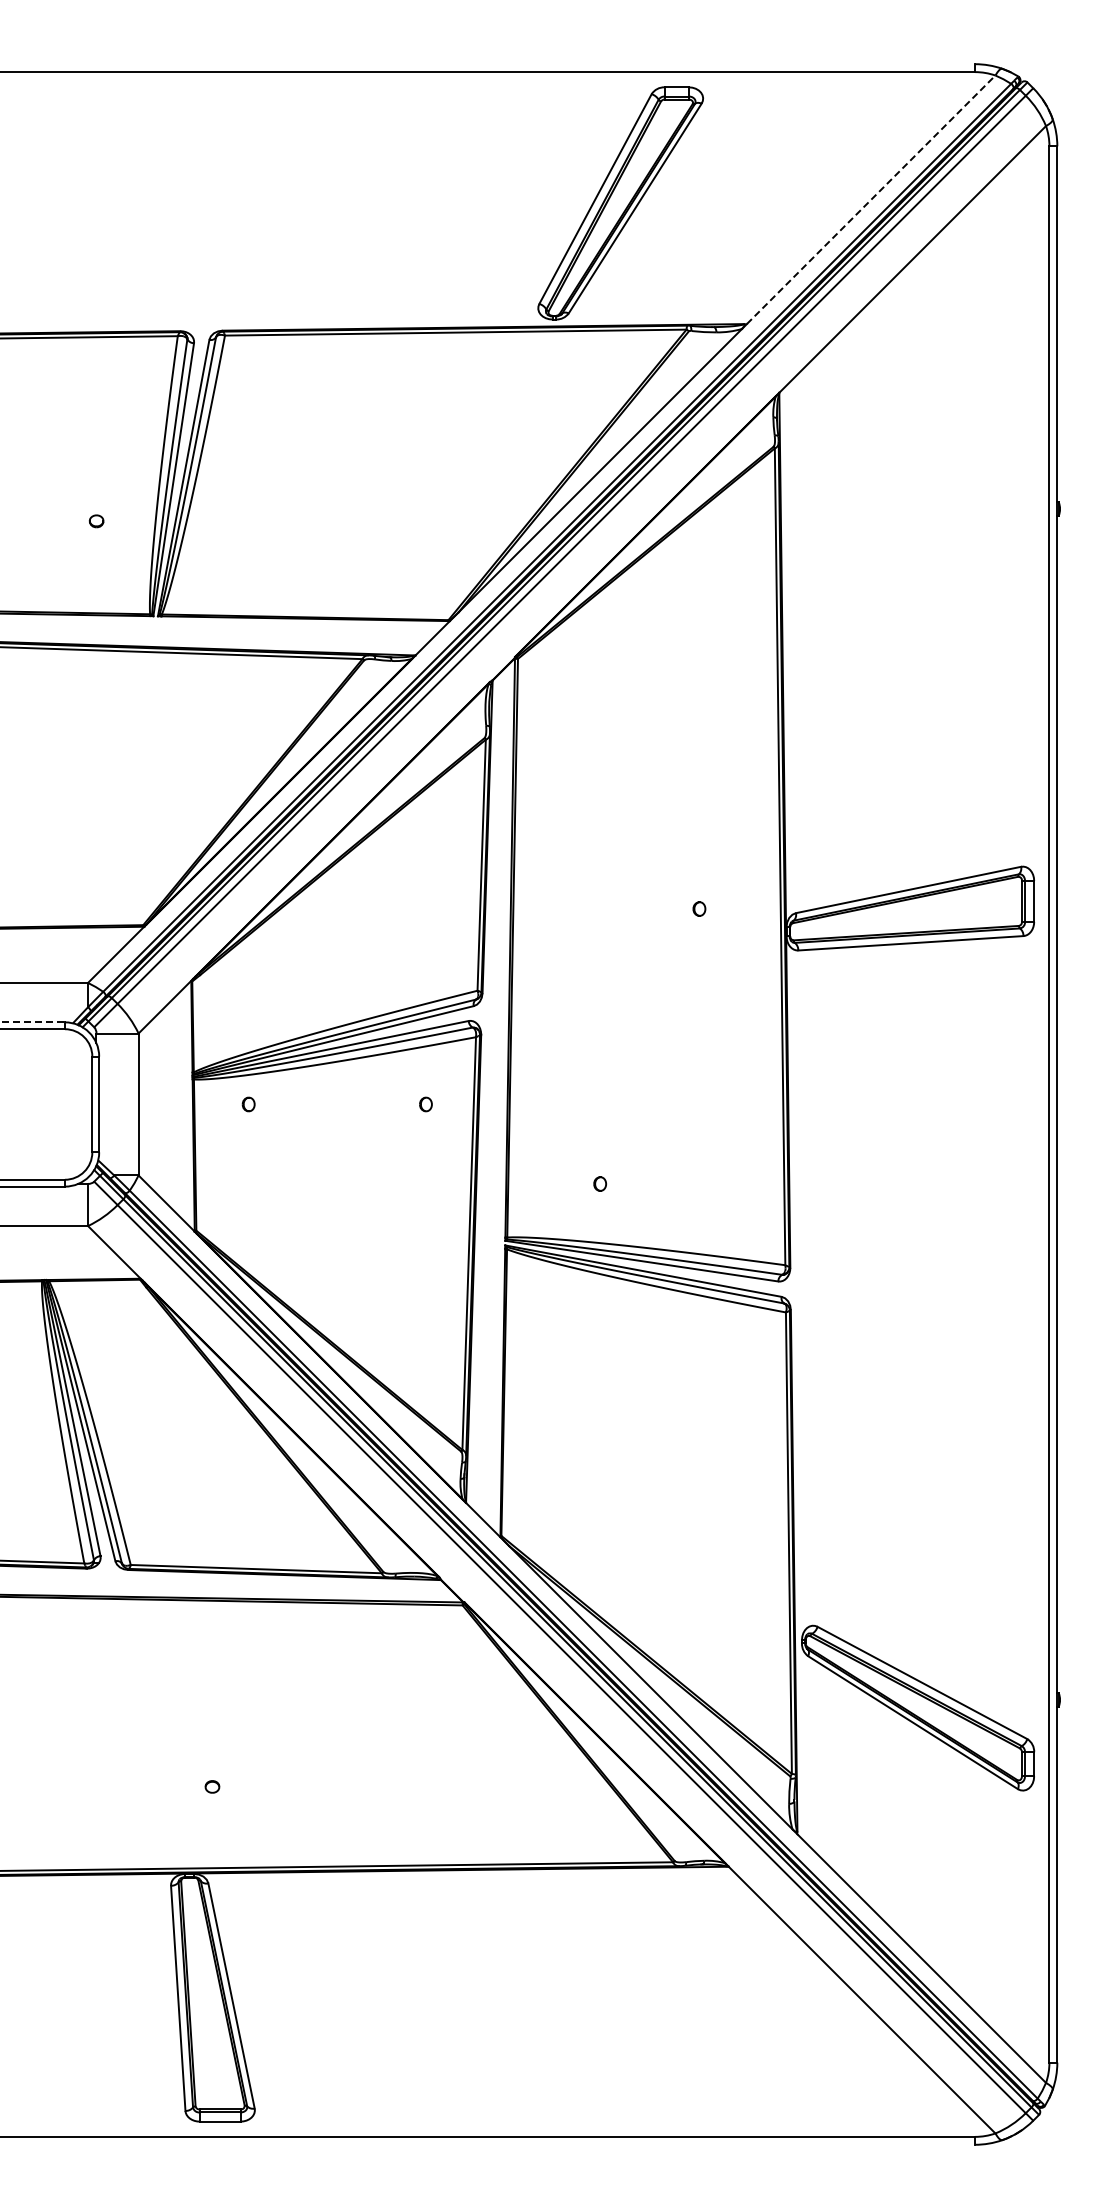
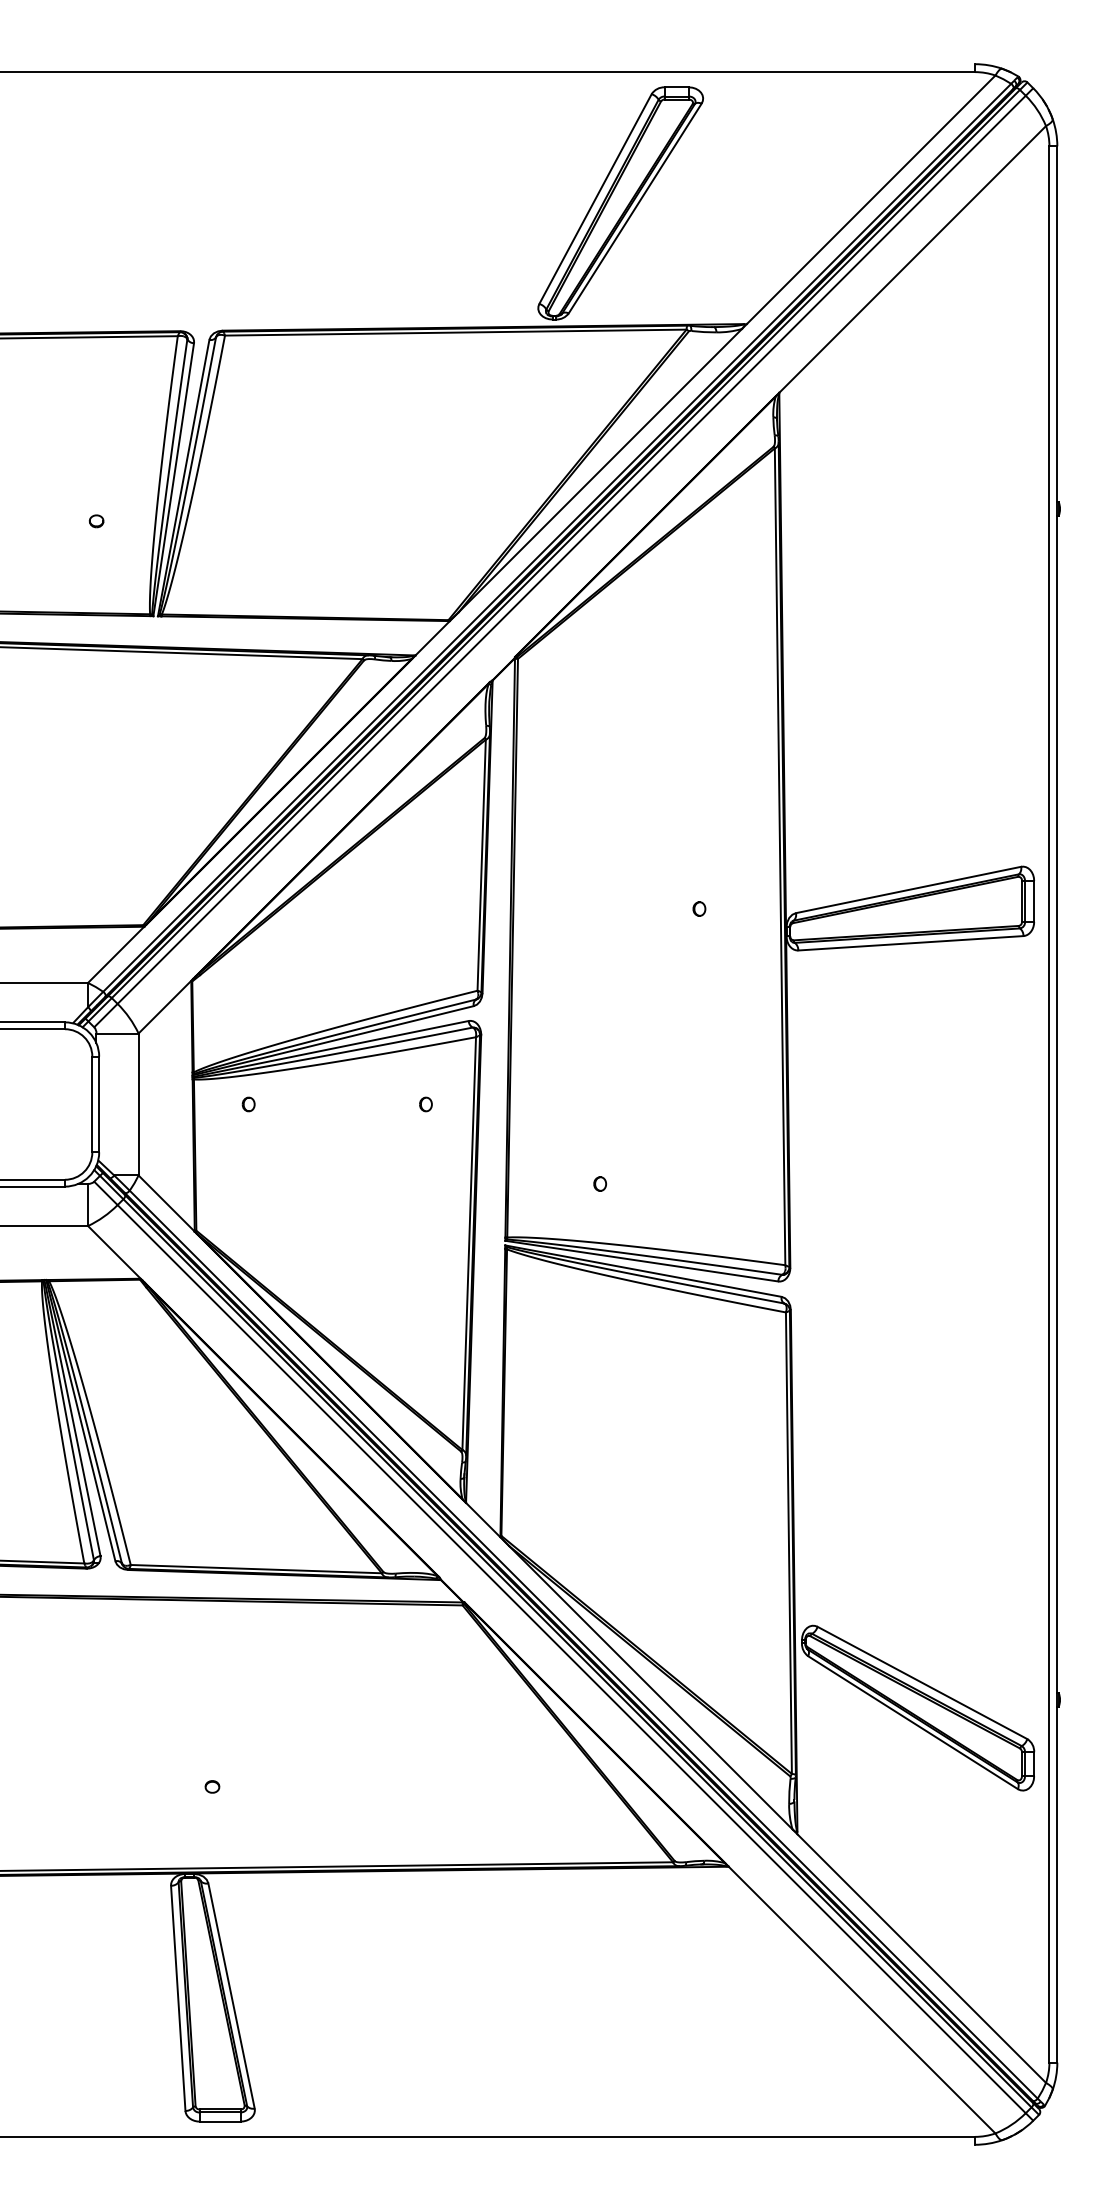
line at (871, 199): dashed -> solid
line at (33, 1022): dashed -> solid
